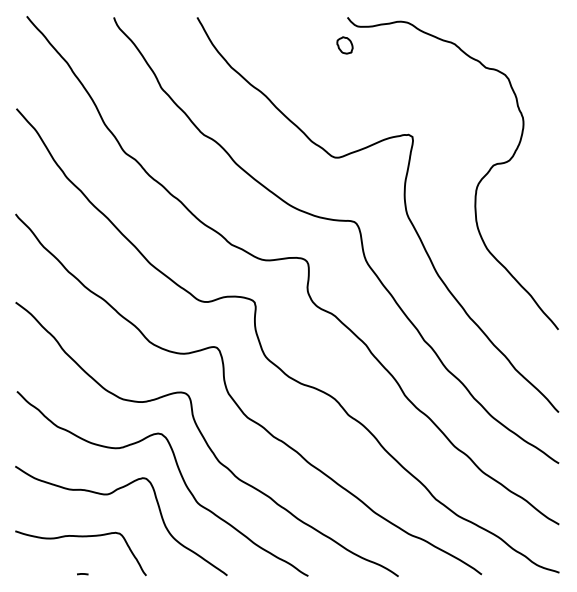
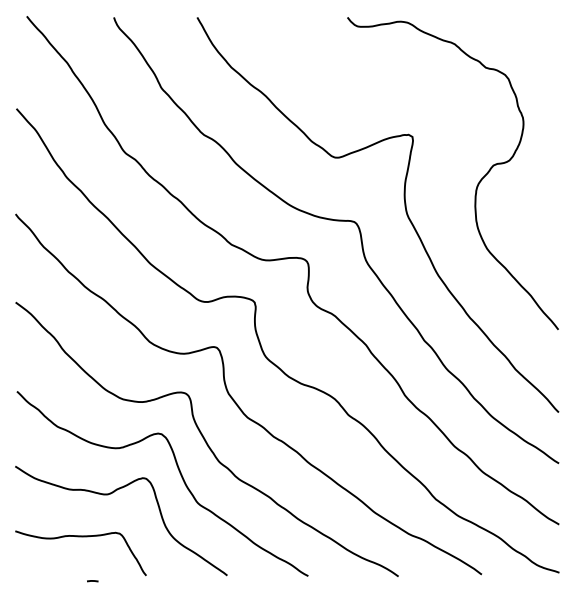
part at (344, 45): present -> none
curve at (82, 574) position: (82, 574) -> (92, 581)
